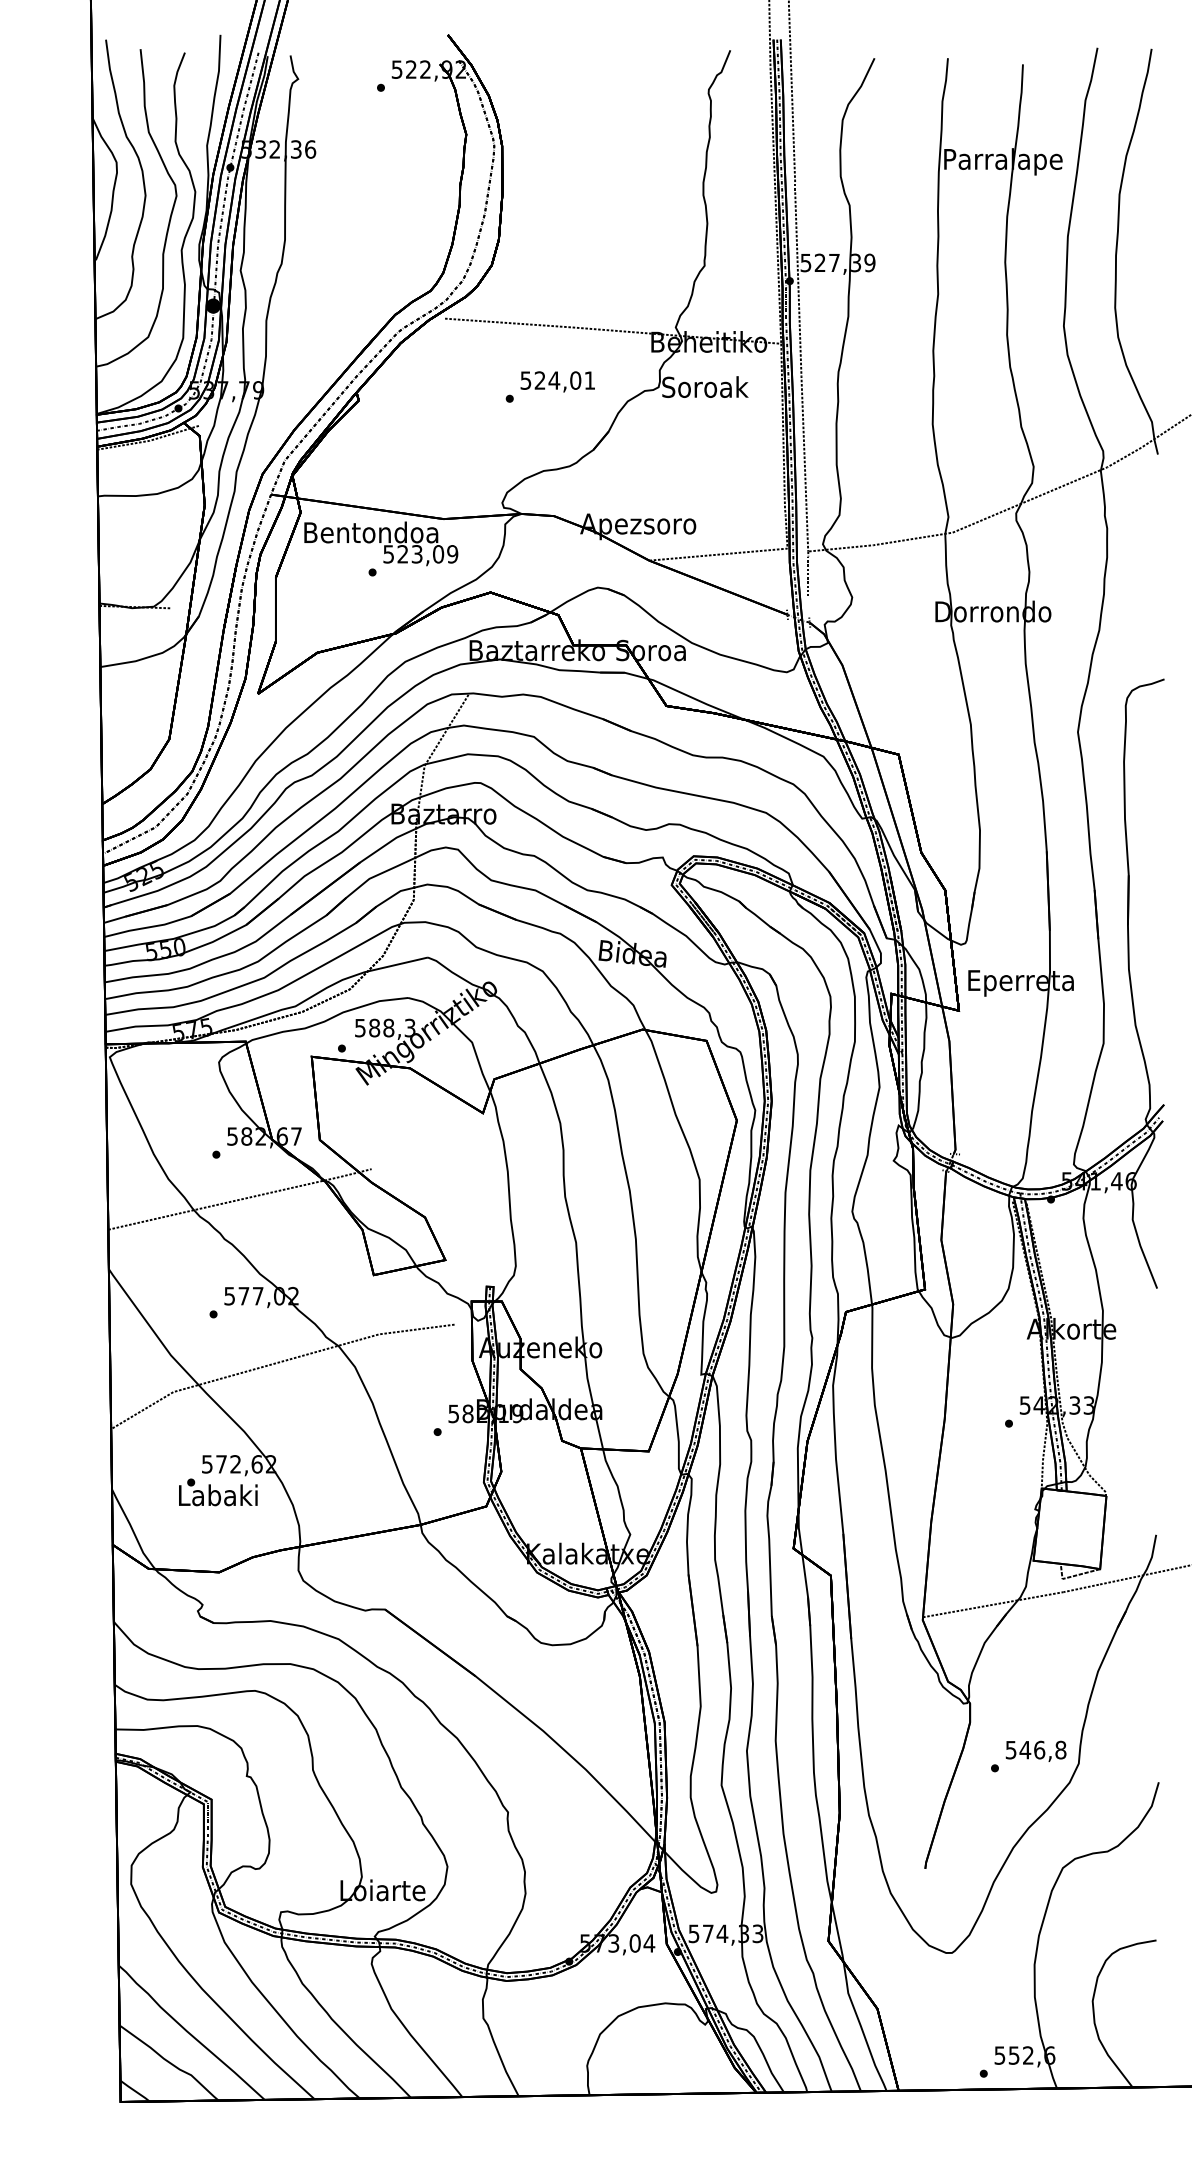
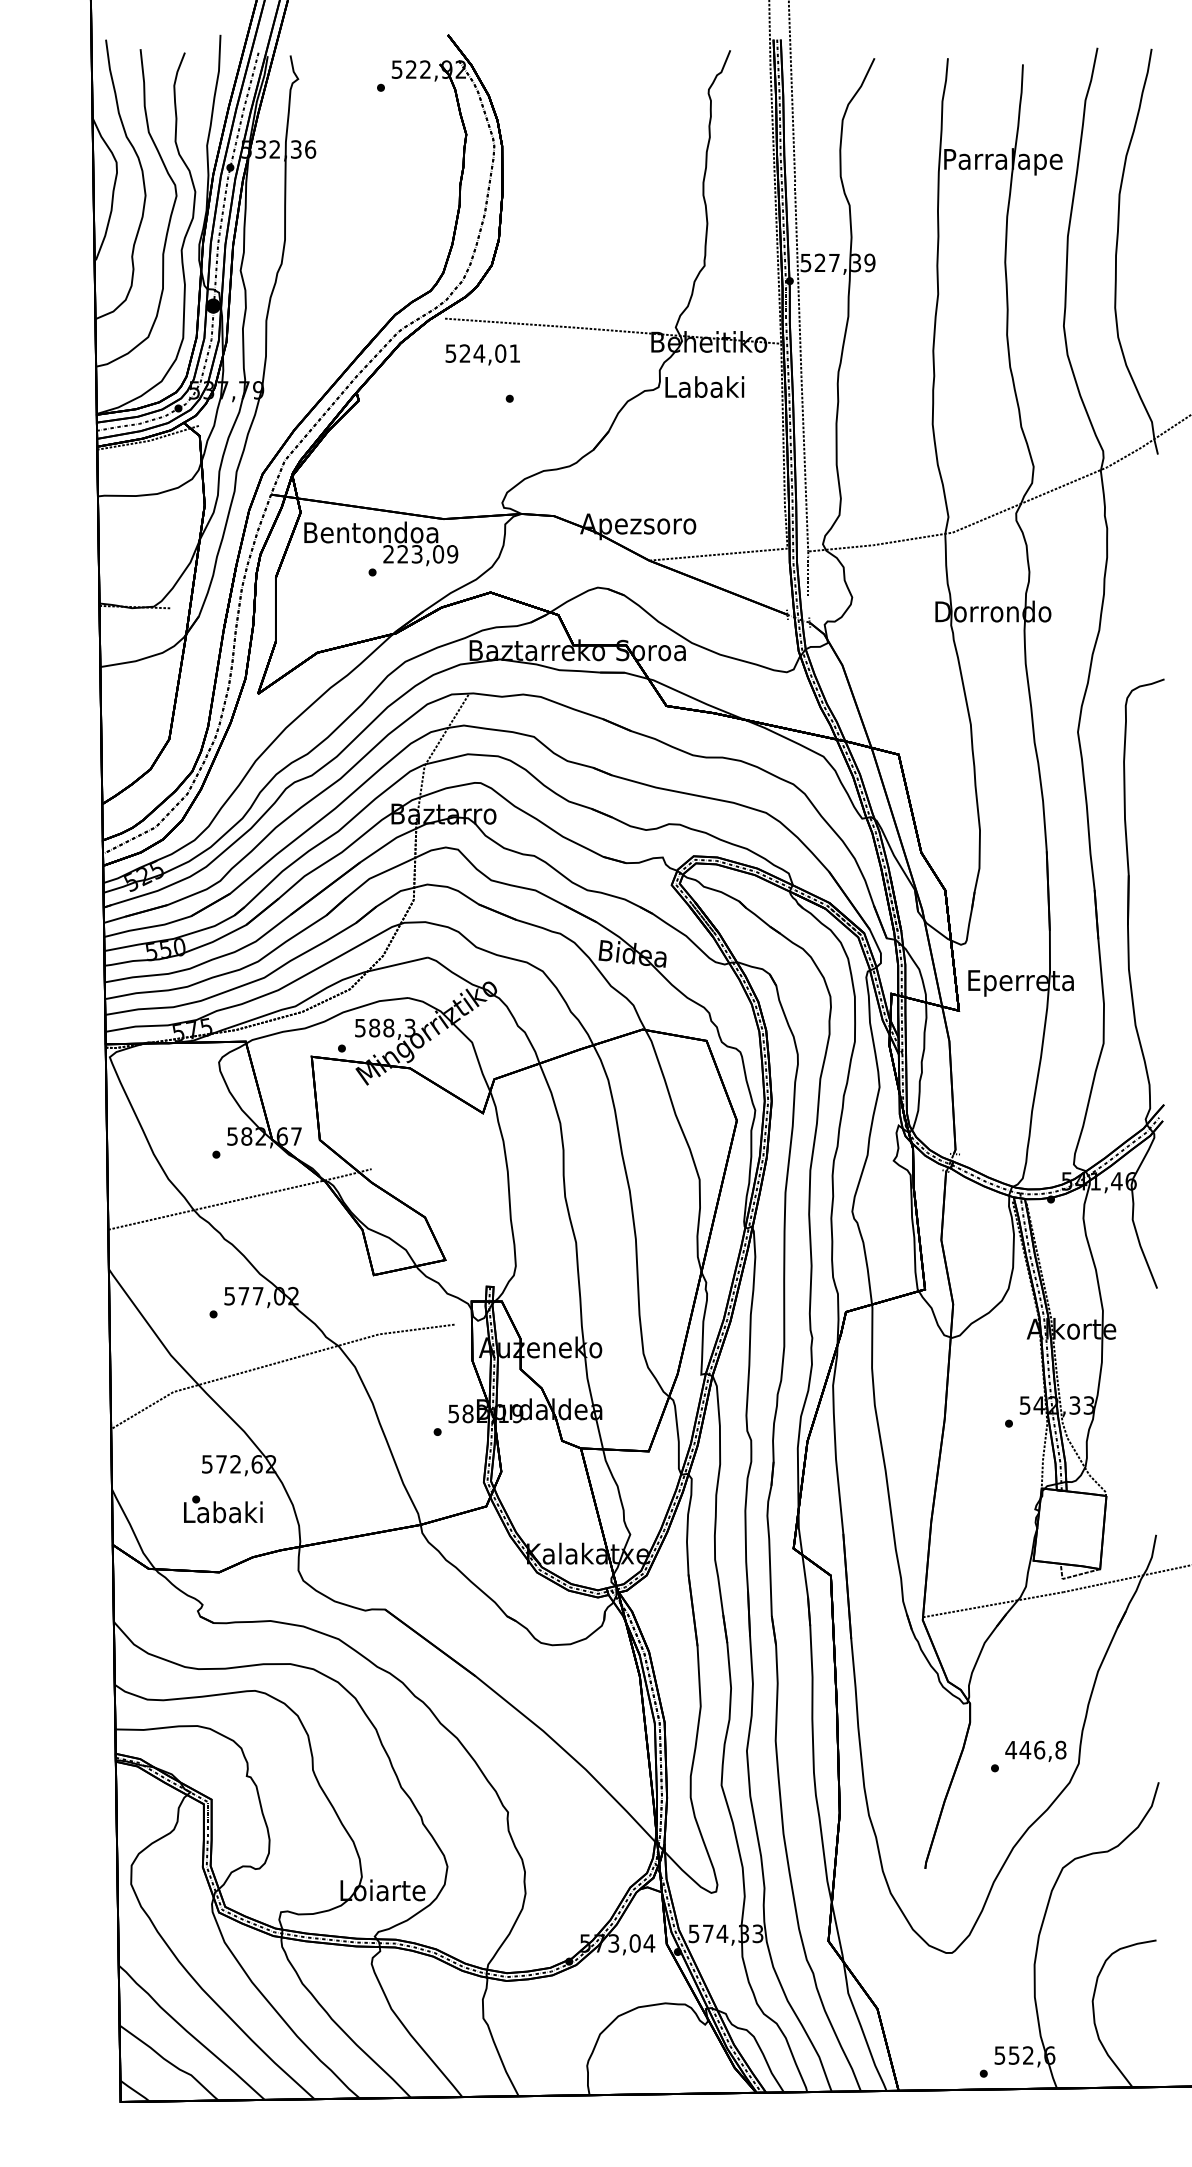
text at (557, 381) position: (557, 381) -> (482, 354)
text at (705, 386): Soroak -> Labaki
text at (388, 554): 523,09 -> 223,09
text at (218, 1492) position: (218, 1492) -> (223, 1509)
text at (1010, 1750): 546,8 -> 446,8
